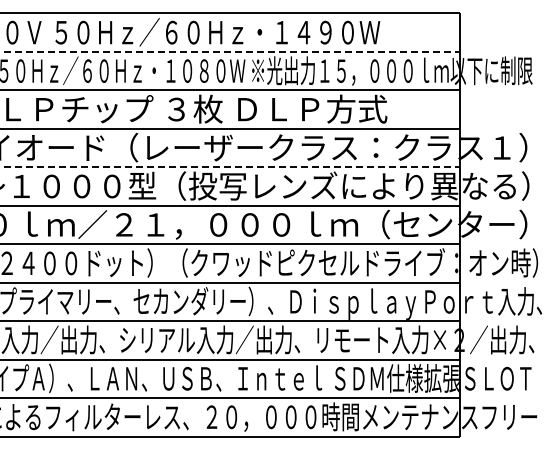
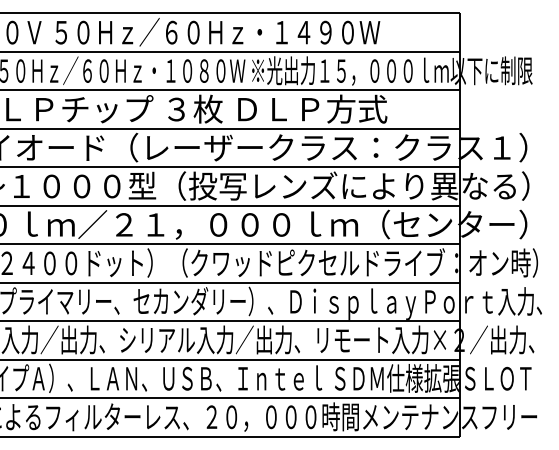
line at (229, 51): dashed -> solid
line at (229, 167): dashed -> solid
